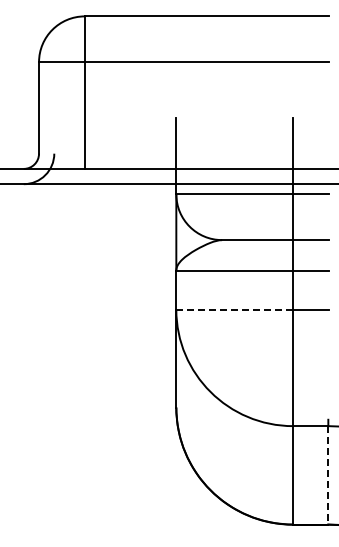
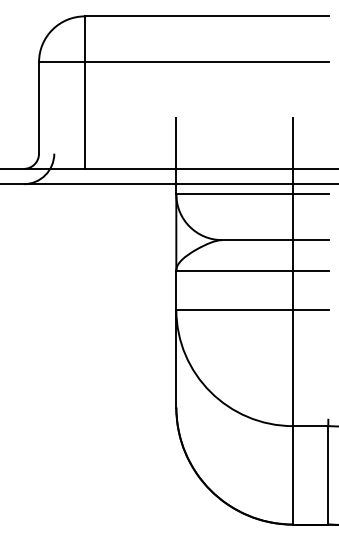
line at (234, 309): dashed -> solid
line at (328, 475): dashed -> solid
